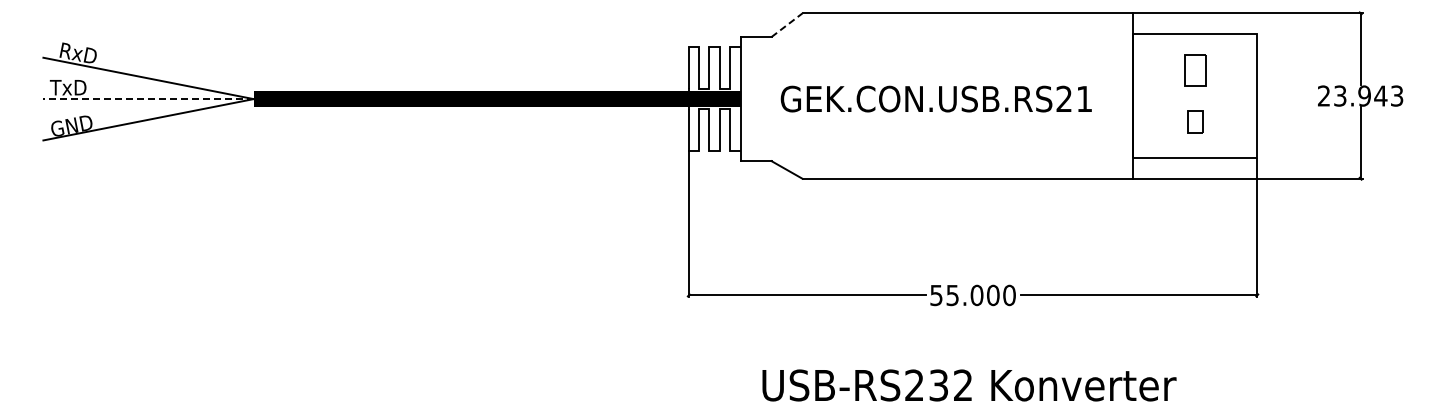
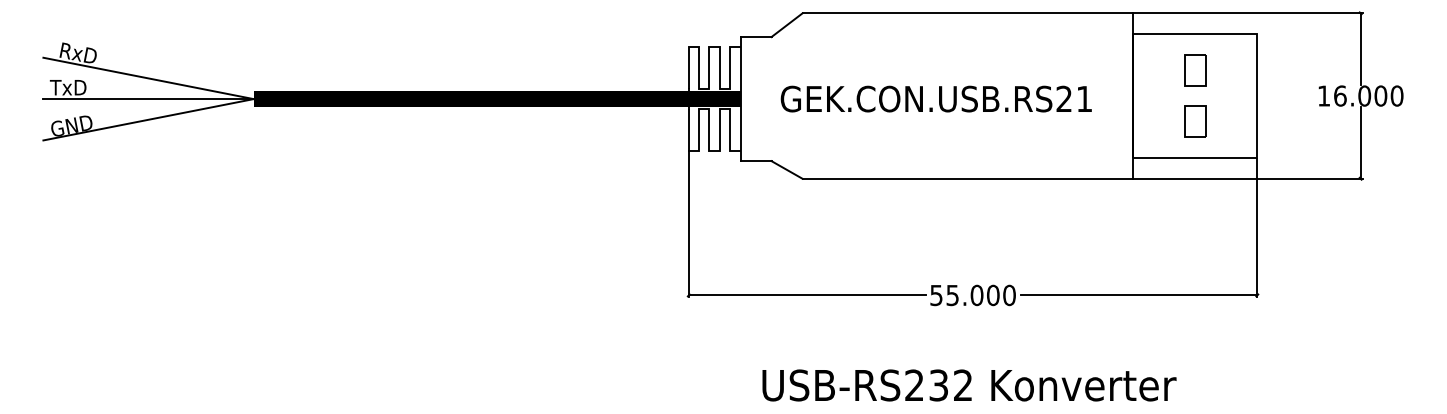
line at (787, 25): dashed -> solid
text at (1360, 95): 23.943 -> 16.000
line at (148, 99): dashed -> solid
part at (1195, 121) size: 17x24 px -> 23x33 px
